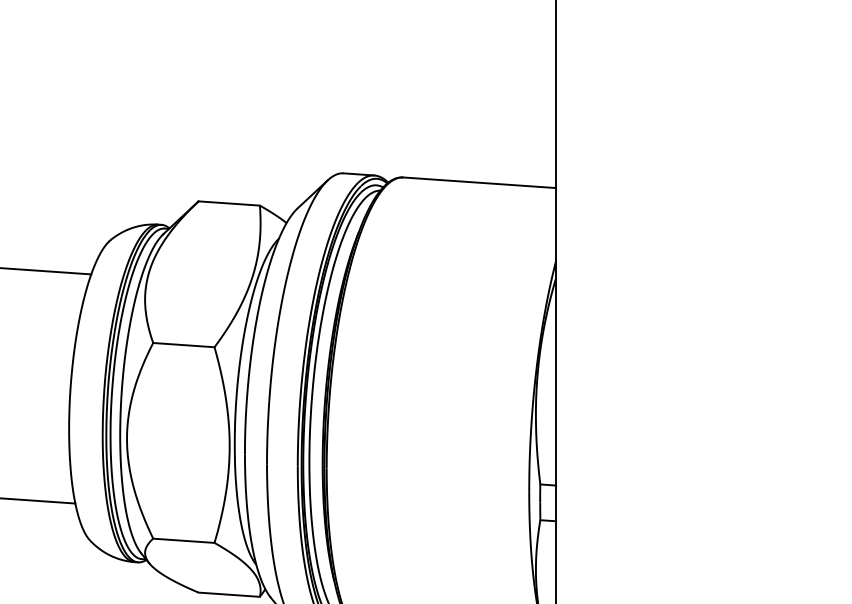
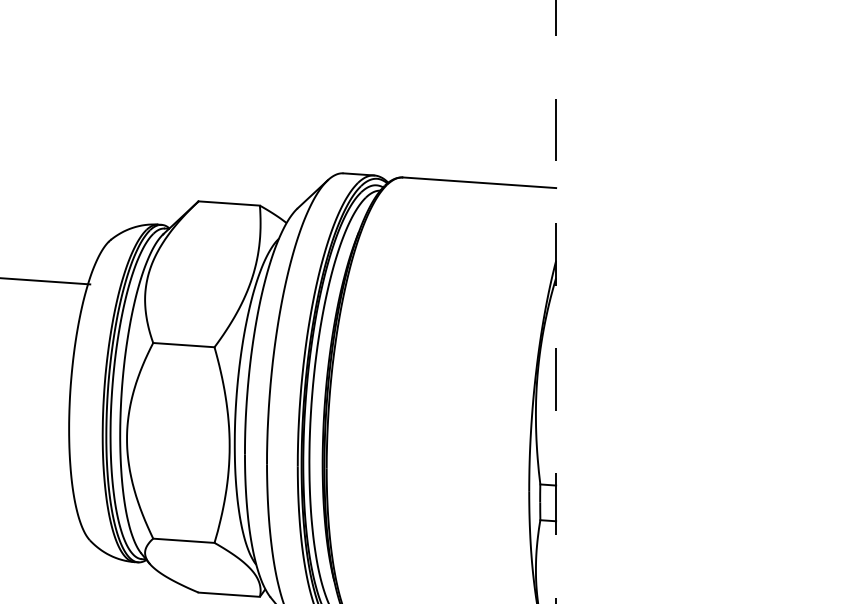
line at (46, 271) position: (46, 271) -> (46, 281)
line at (556, 301): solid -> dashed
line at (38, 500): present -> none
